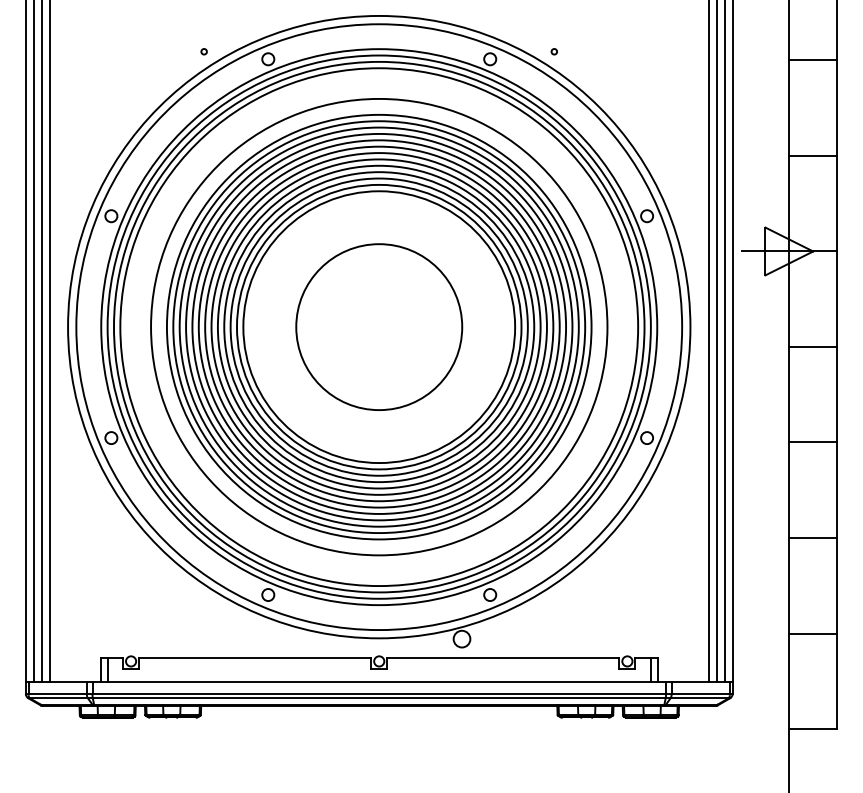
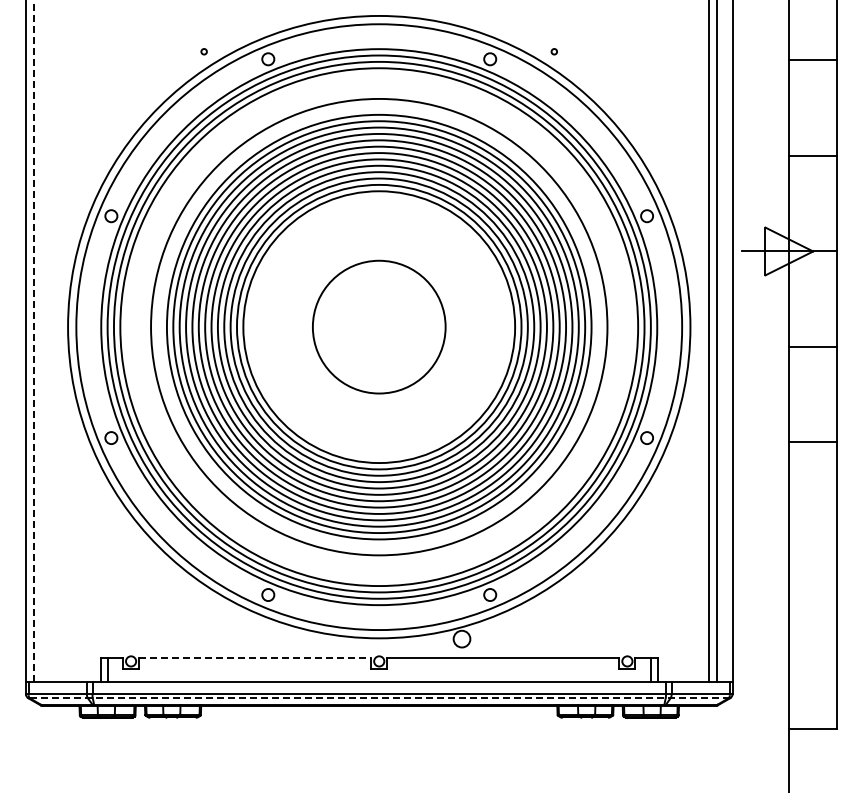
circle at (379, 327) diameter: 166 px -> 133 px
line at (33, 341): solid -> dashed
line at (41, 342): present -> none
line at (49, 342): present -> none
line at (724, 342): present -> none
line at (813, 538): present -> none
line at (813, 633): present -> none
line at (255, 658): solid -> dashed
line at (379, 698): solid -> dashed
